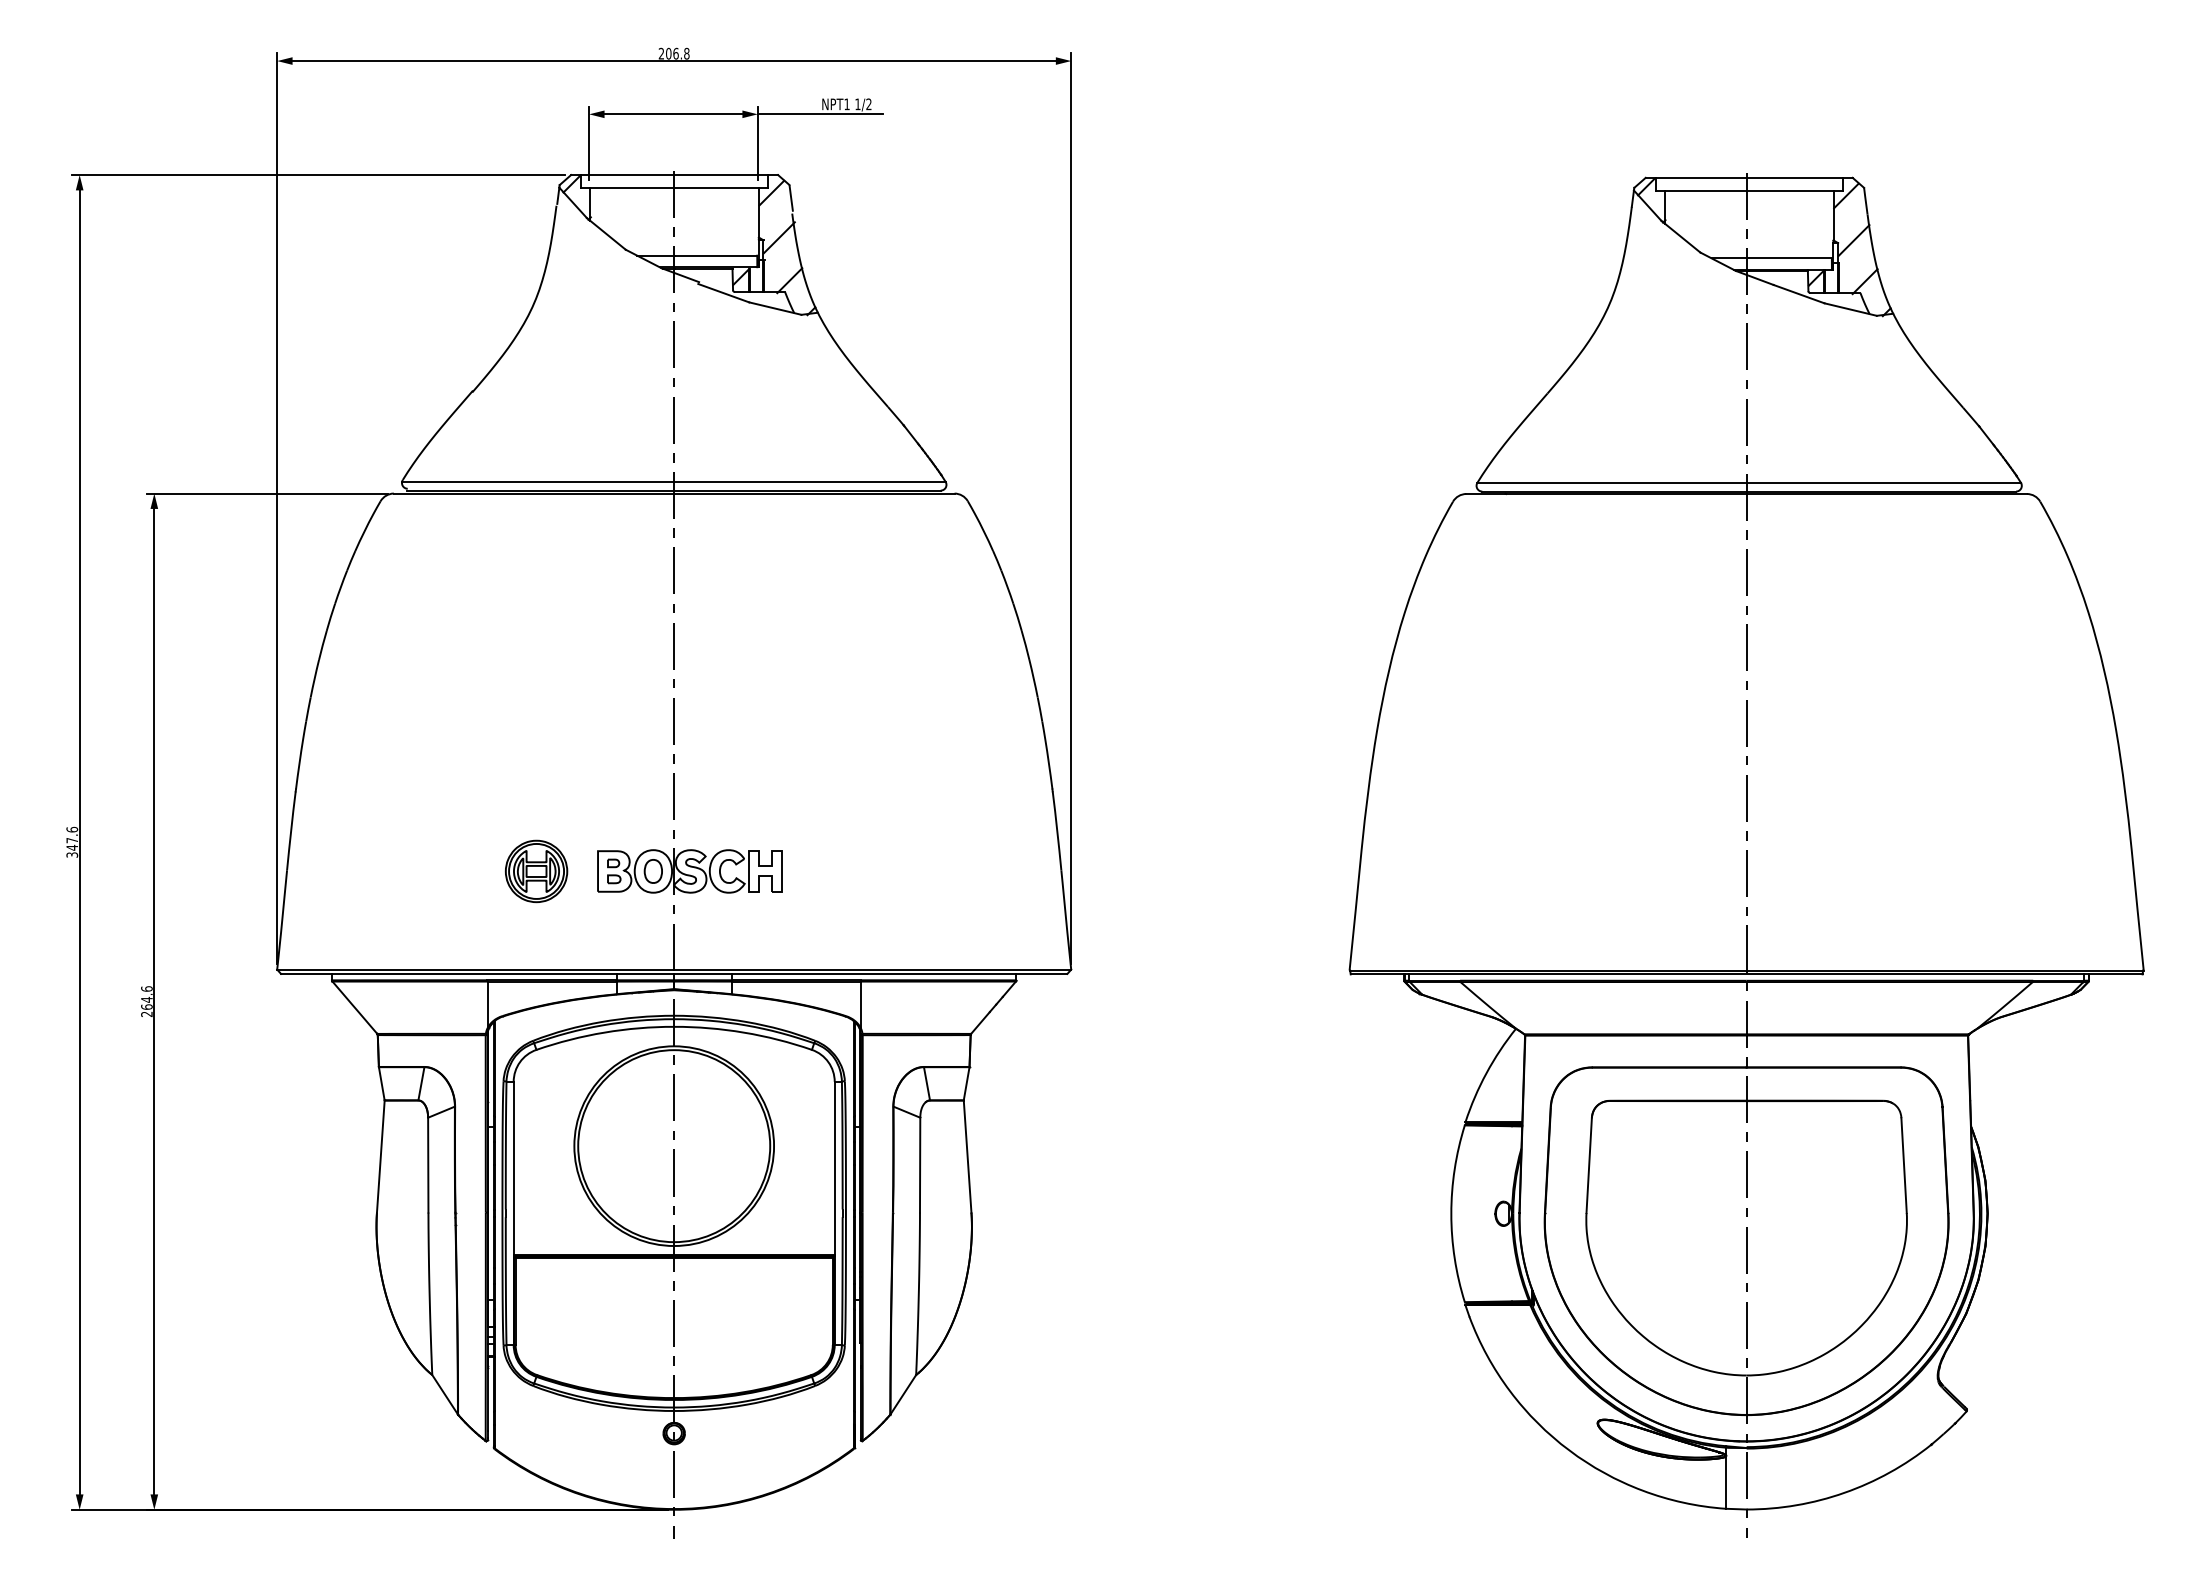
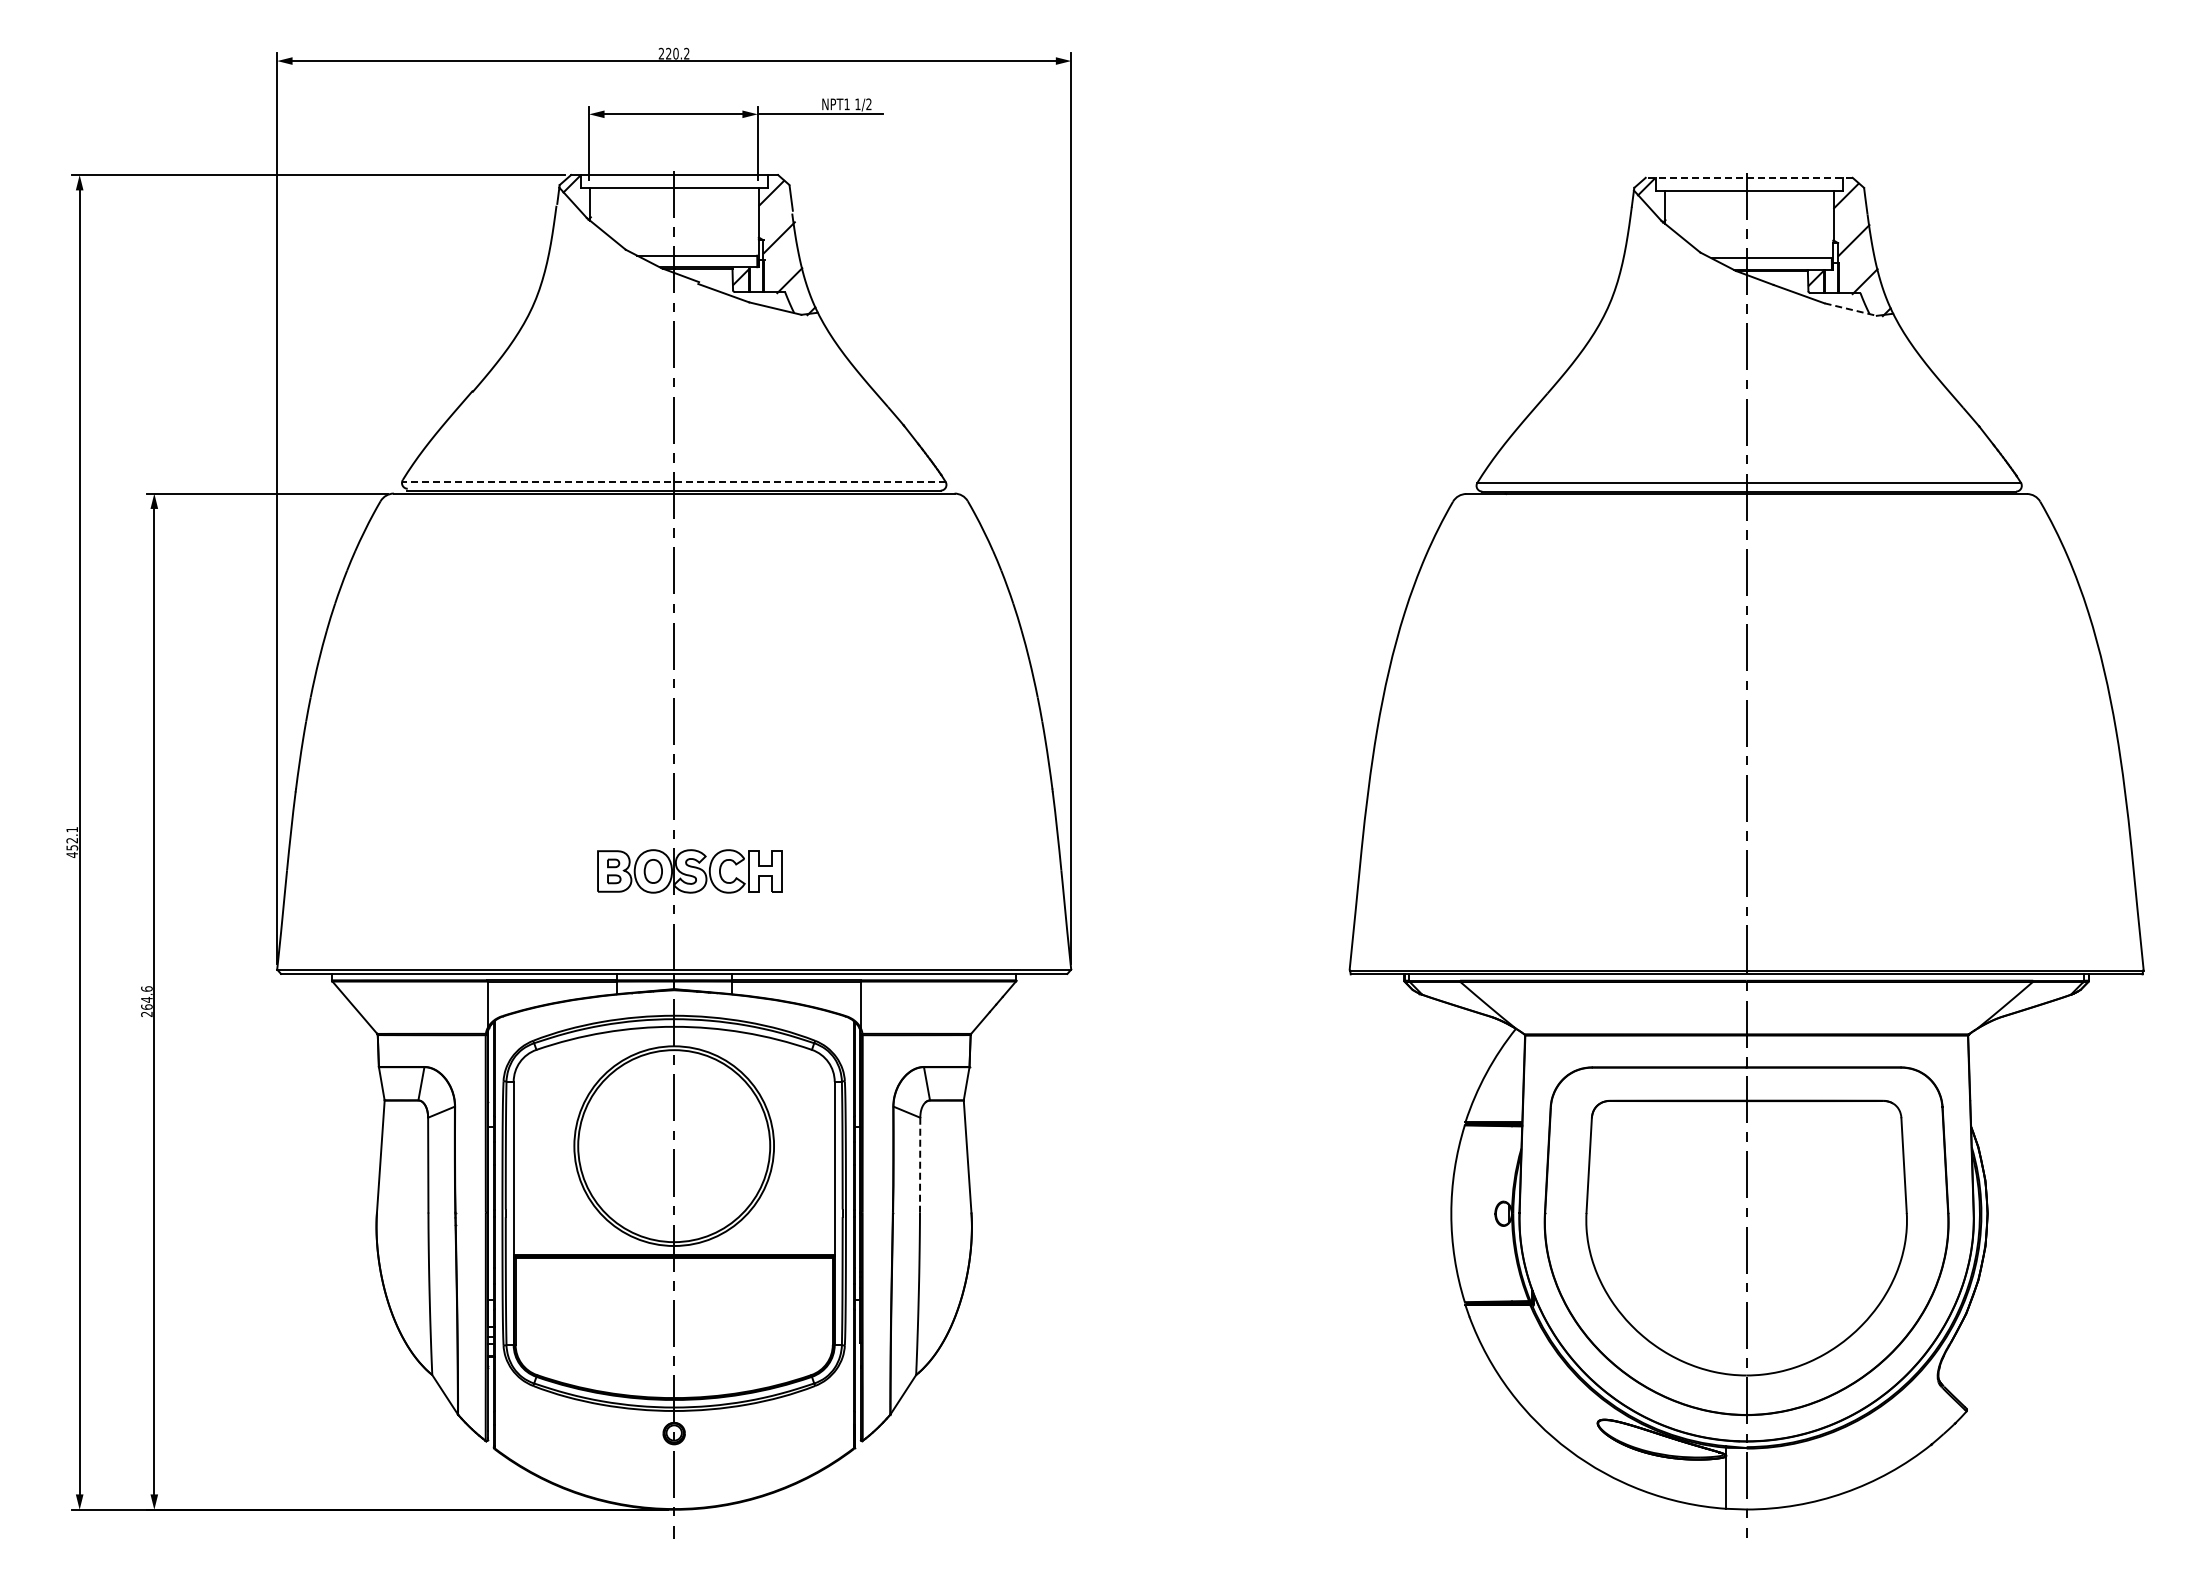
text at (677, 53): 206.8 -> 220.2
line at (1748, 177): solid -> dashed
line at (1850, 309): solid -> dashed
line at (673, 481): solid -> dashed
text at (72, 842): 347.6 -> 452.1
part at (536, 871): present -> none
line at (920, 1165): solid -> dashed
